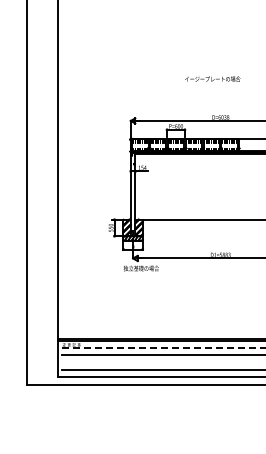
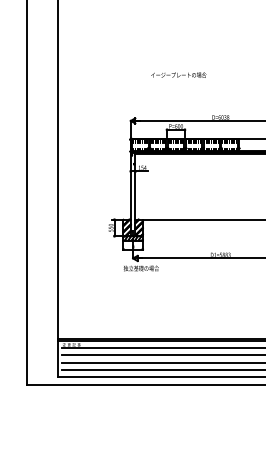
text at (212, 78) position: (212, 78) -> (178, 74)
line at (164, 348): dashed -> solid
line at (162, 362): none -> present
